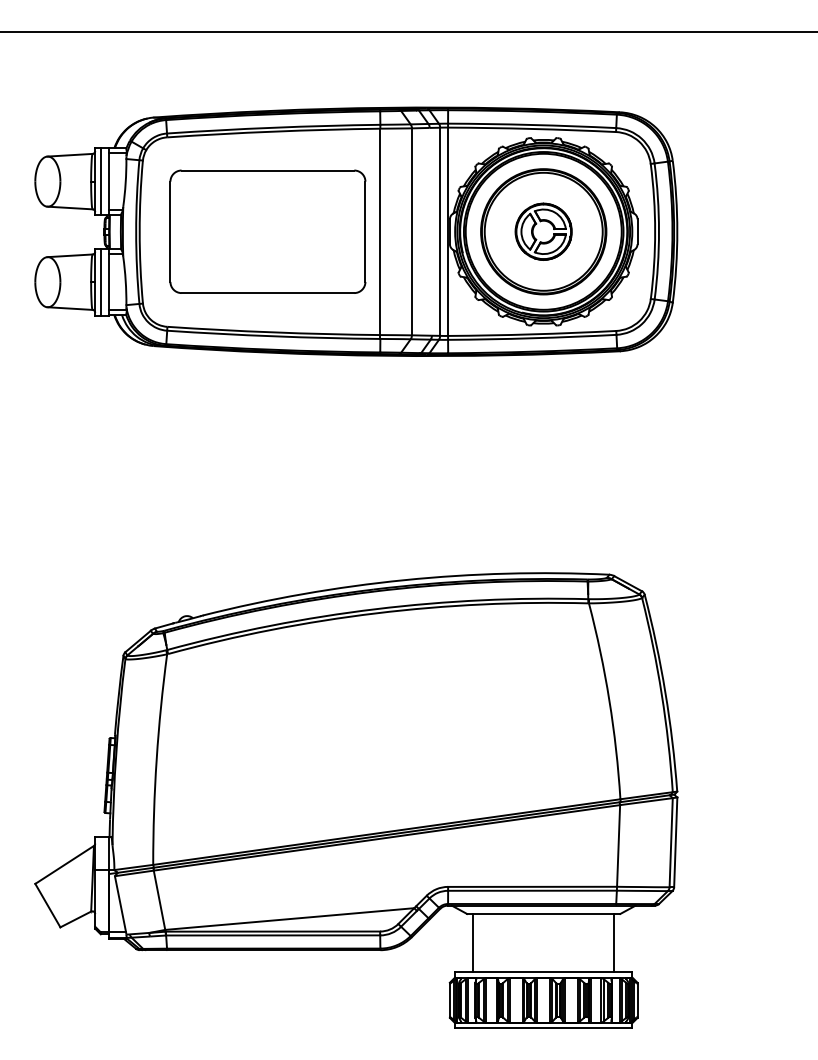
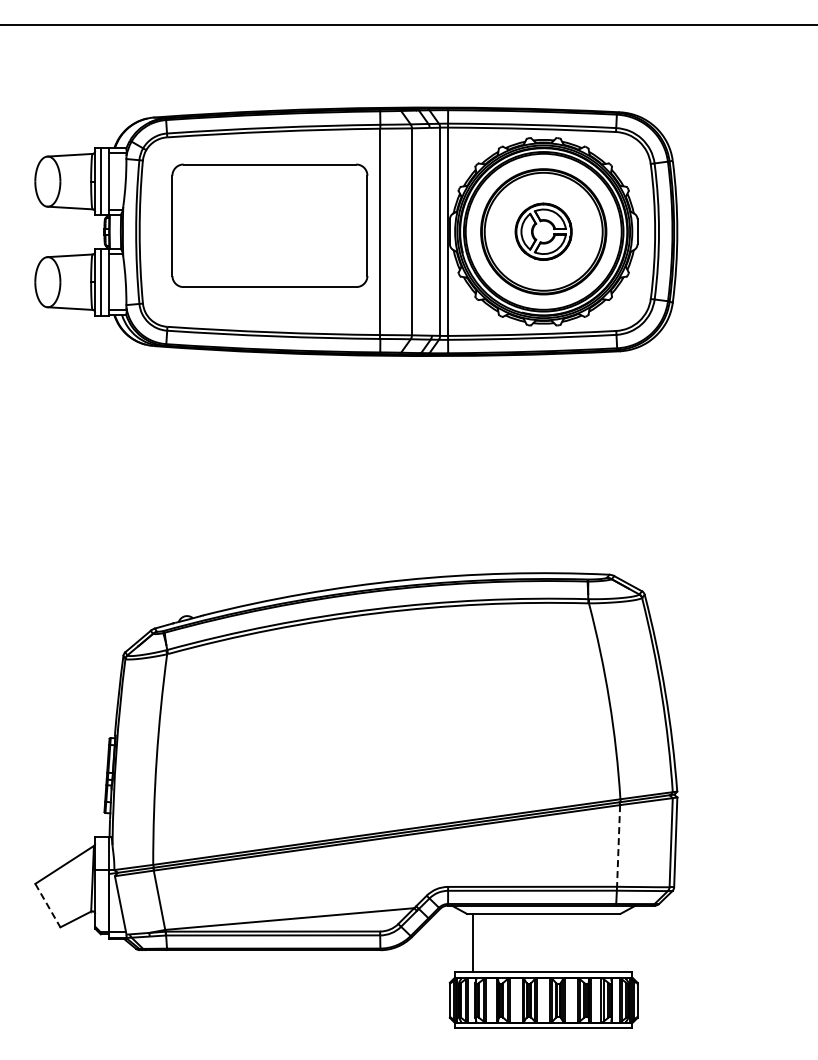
line at (408, 31) position: (408, 31) -> (408, 24)
part at (267, 231) position: (267, 231) -> (269, 225)
line at (618, 845): solid -> dashed
line at (48, 906): solid -> dashed
line at (614, 942): present -> none
